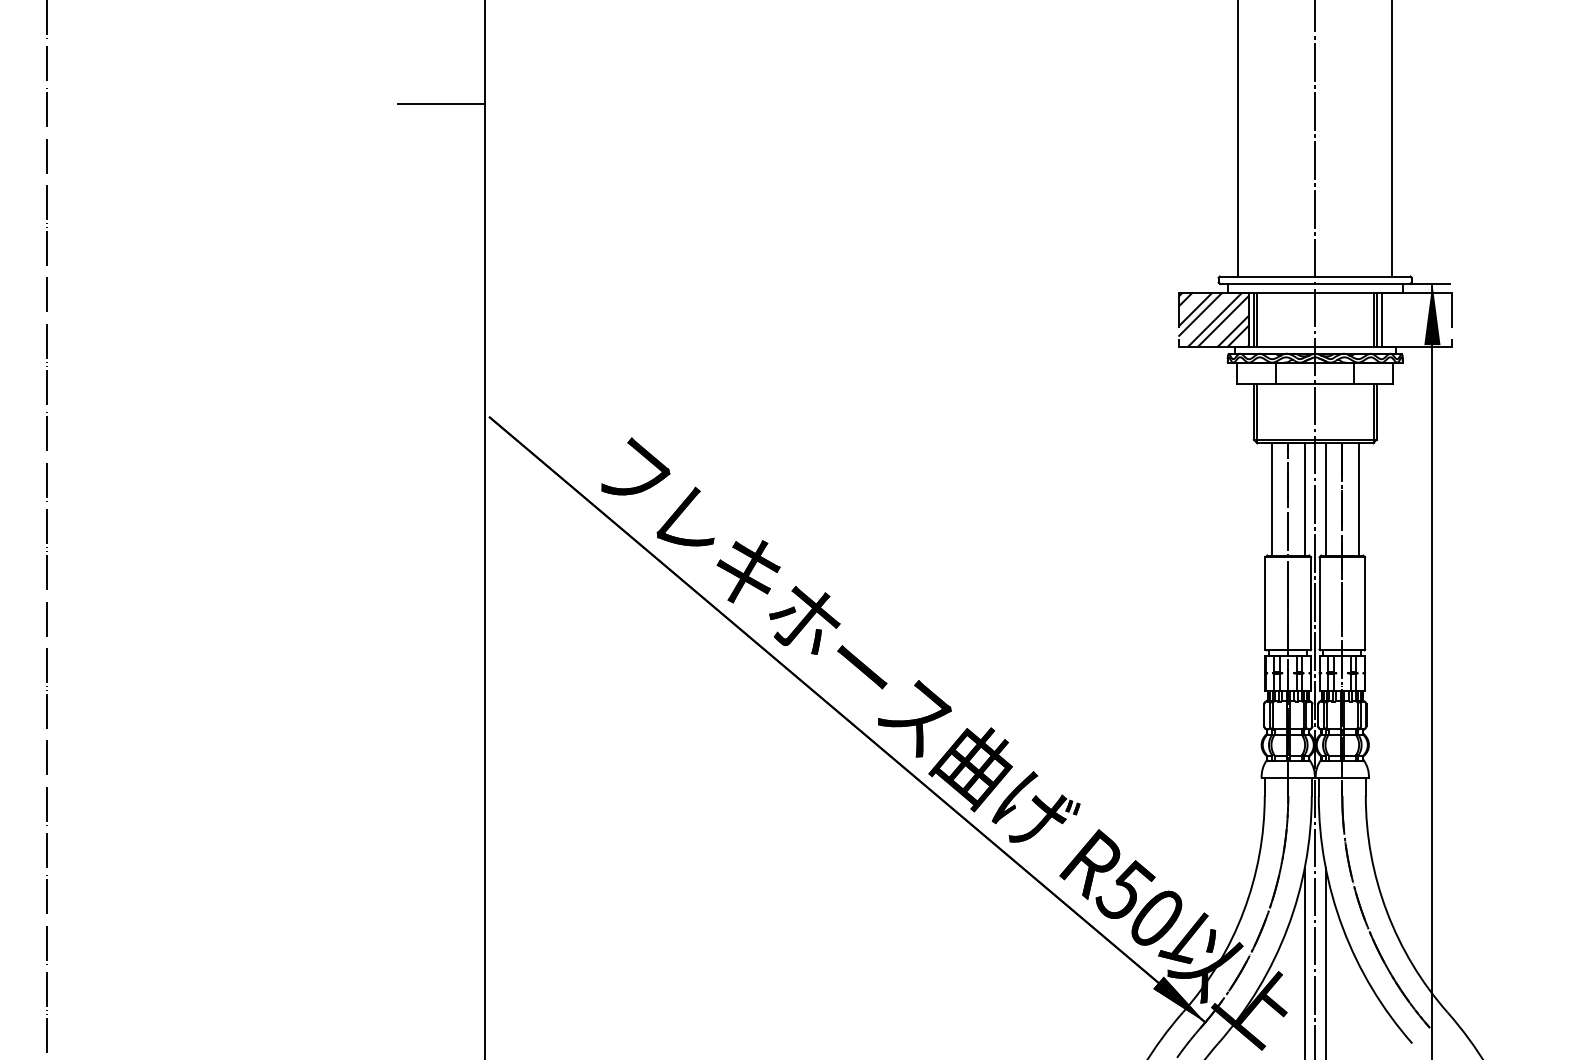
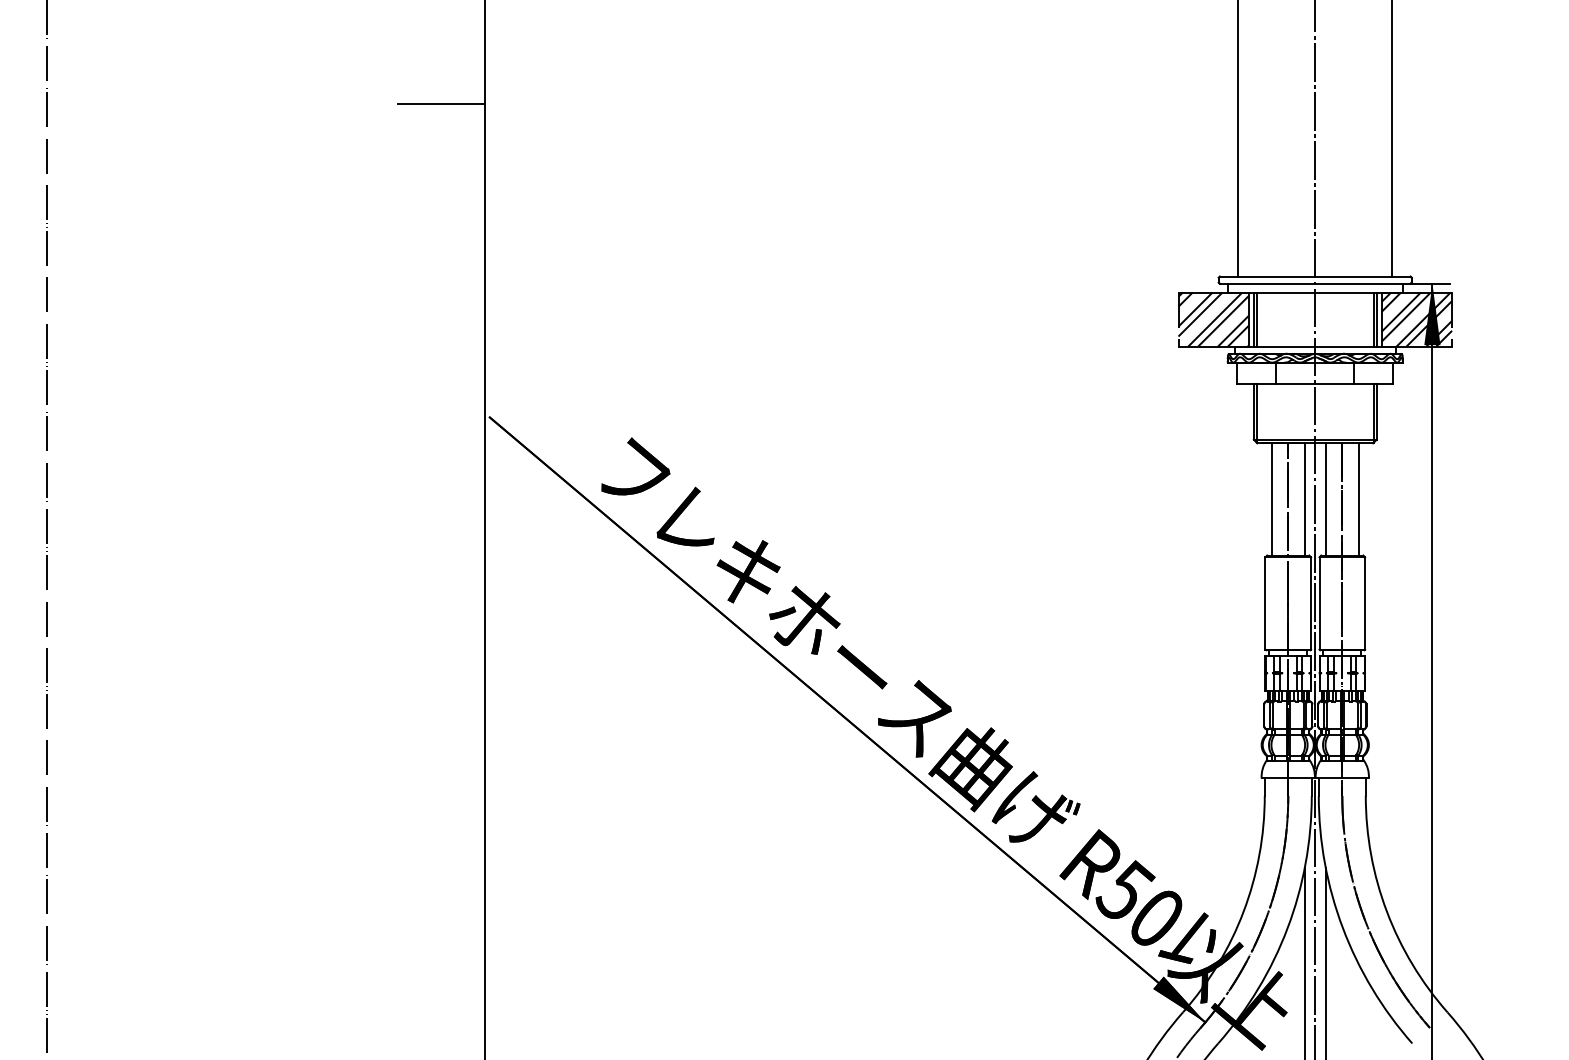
hatch at (1416, 319): none -> present
